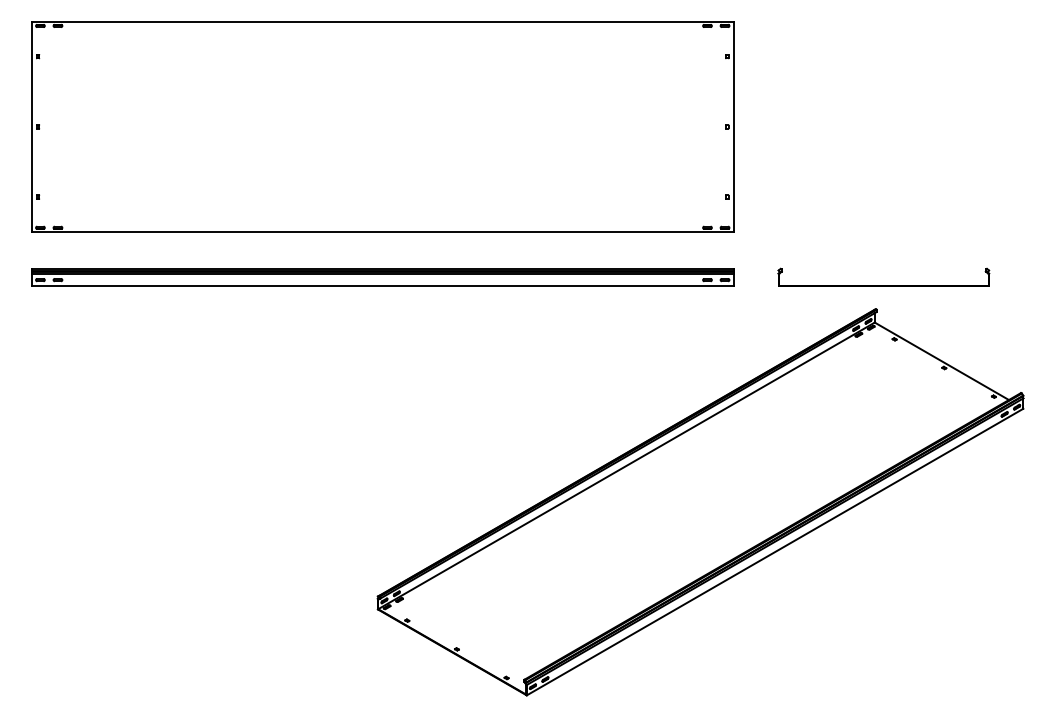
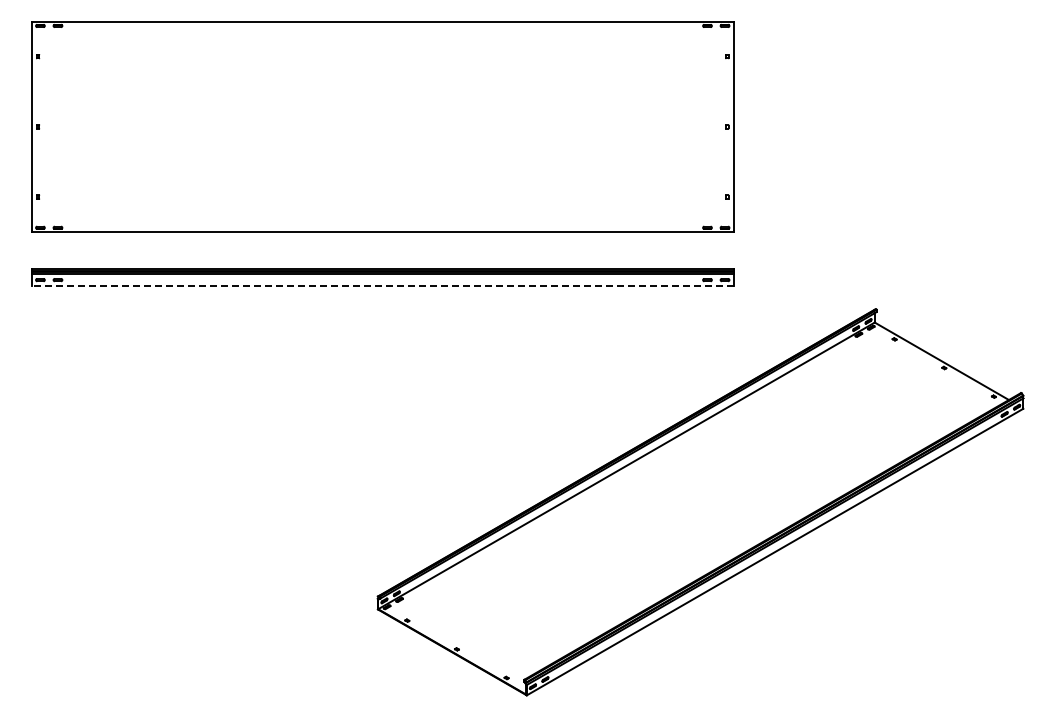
part at (883, 285): present -> none
line at (382, 286): solid -> dashed
